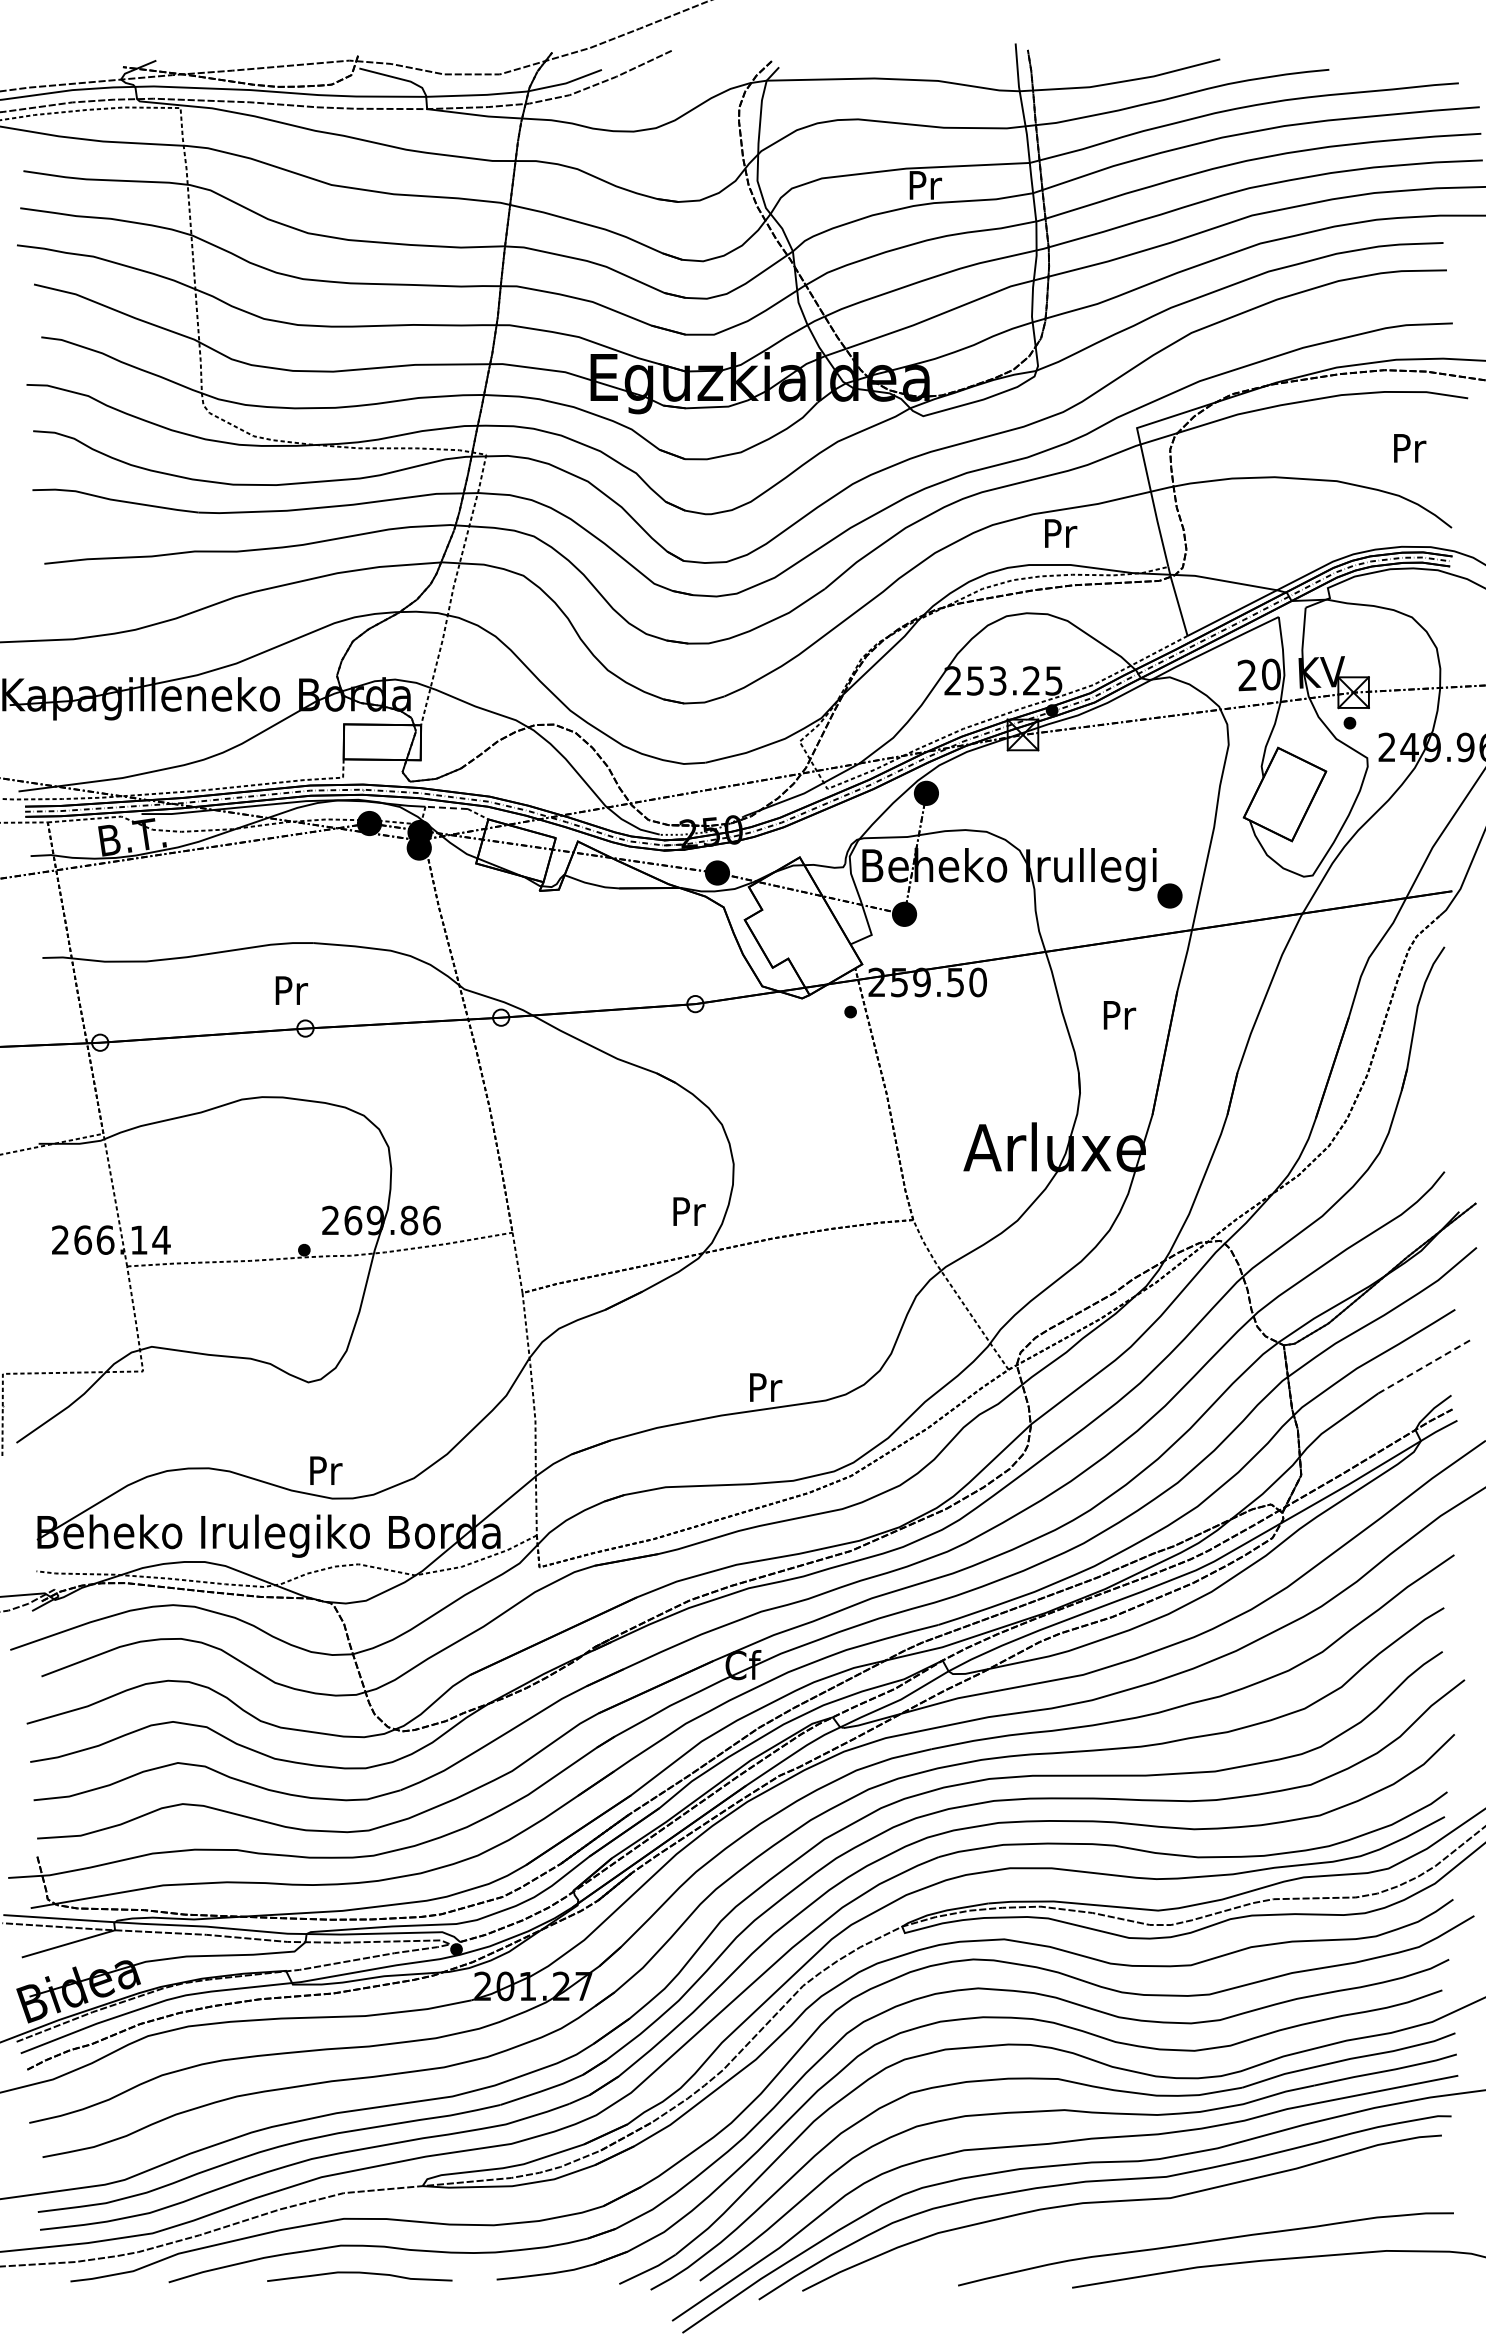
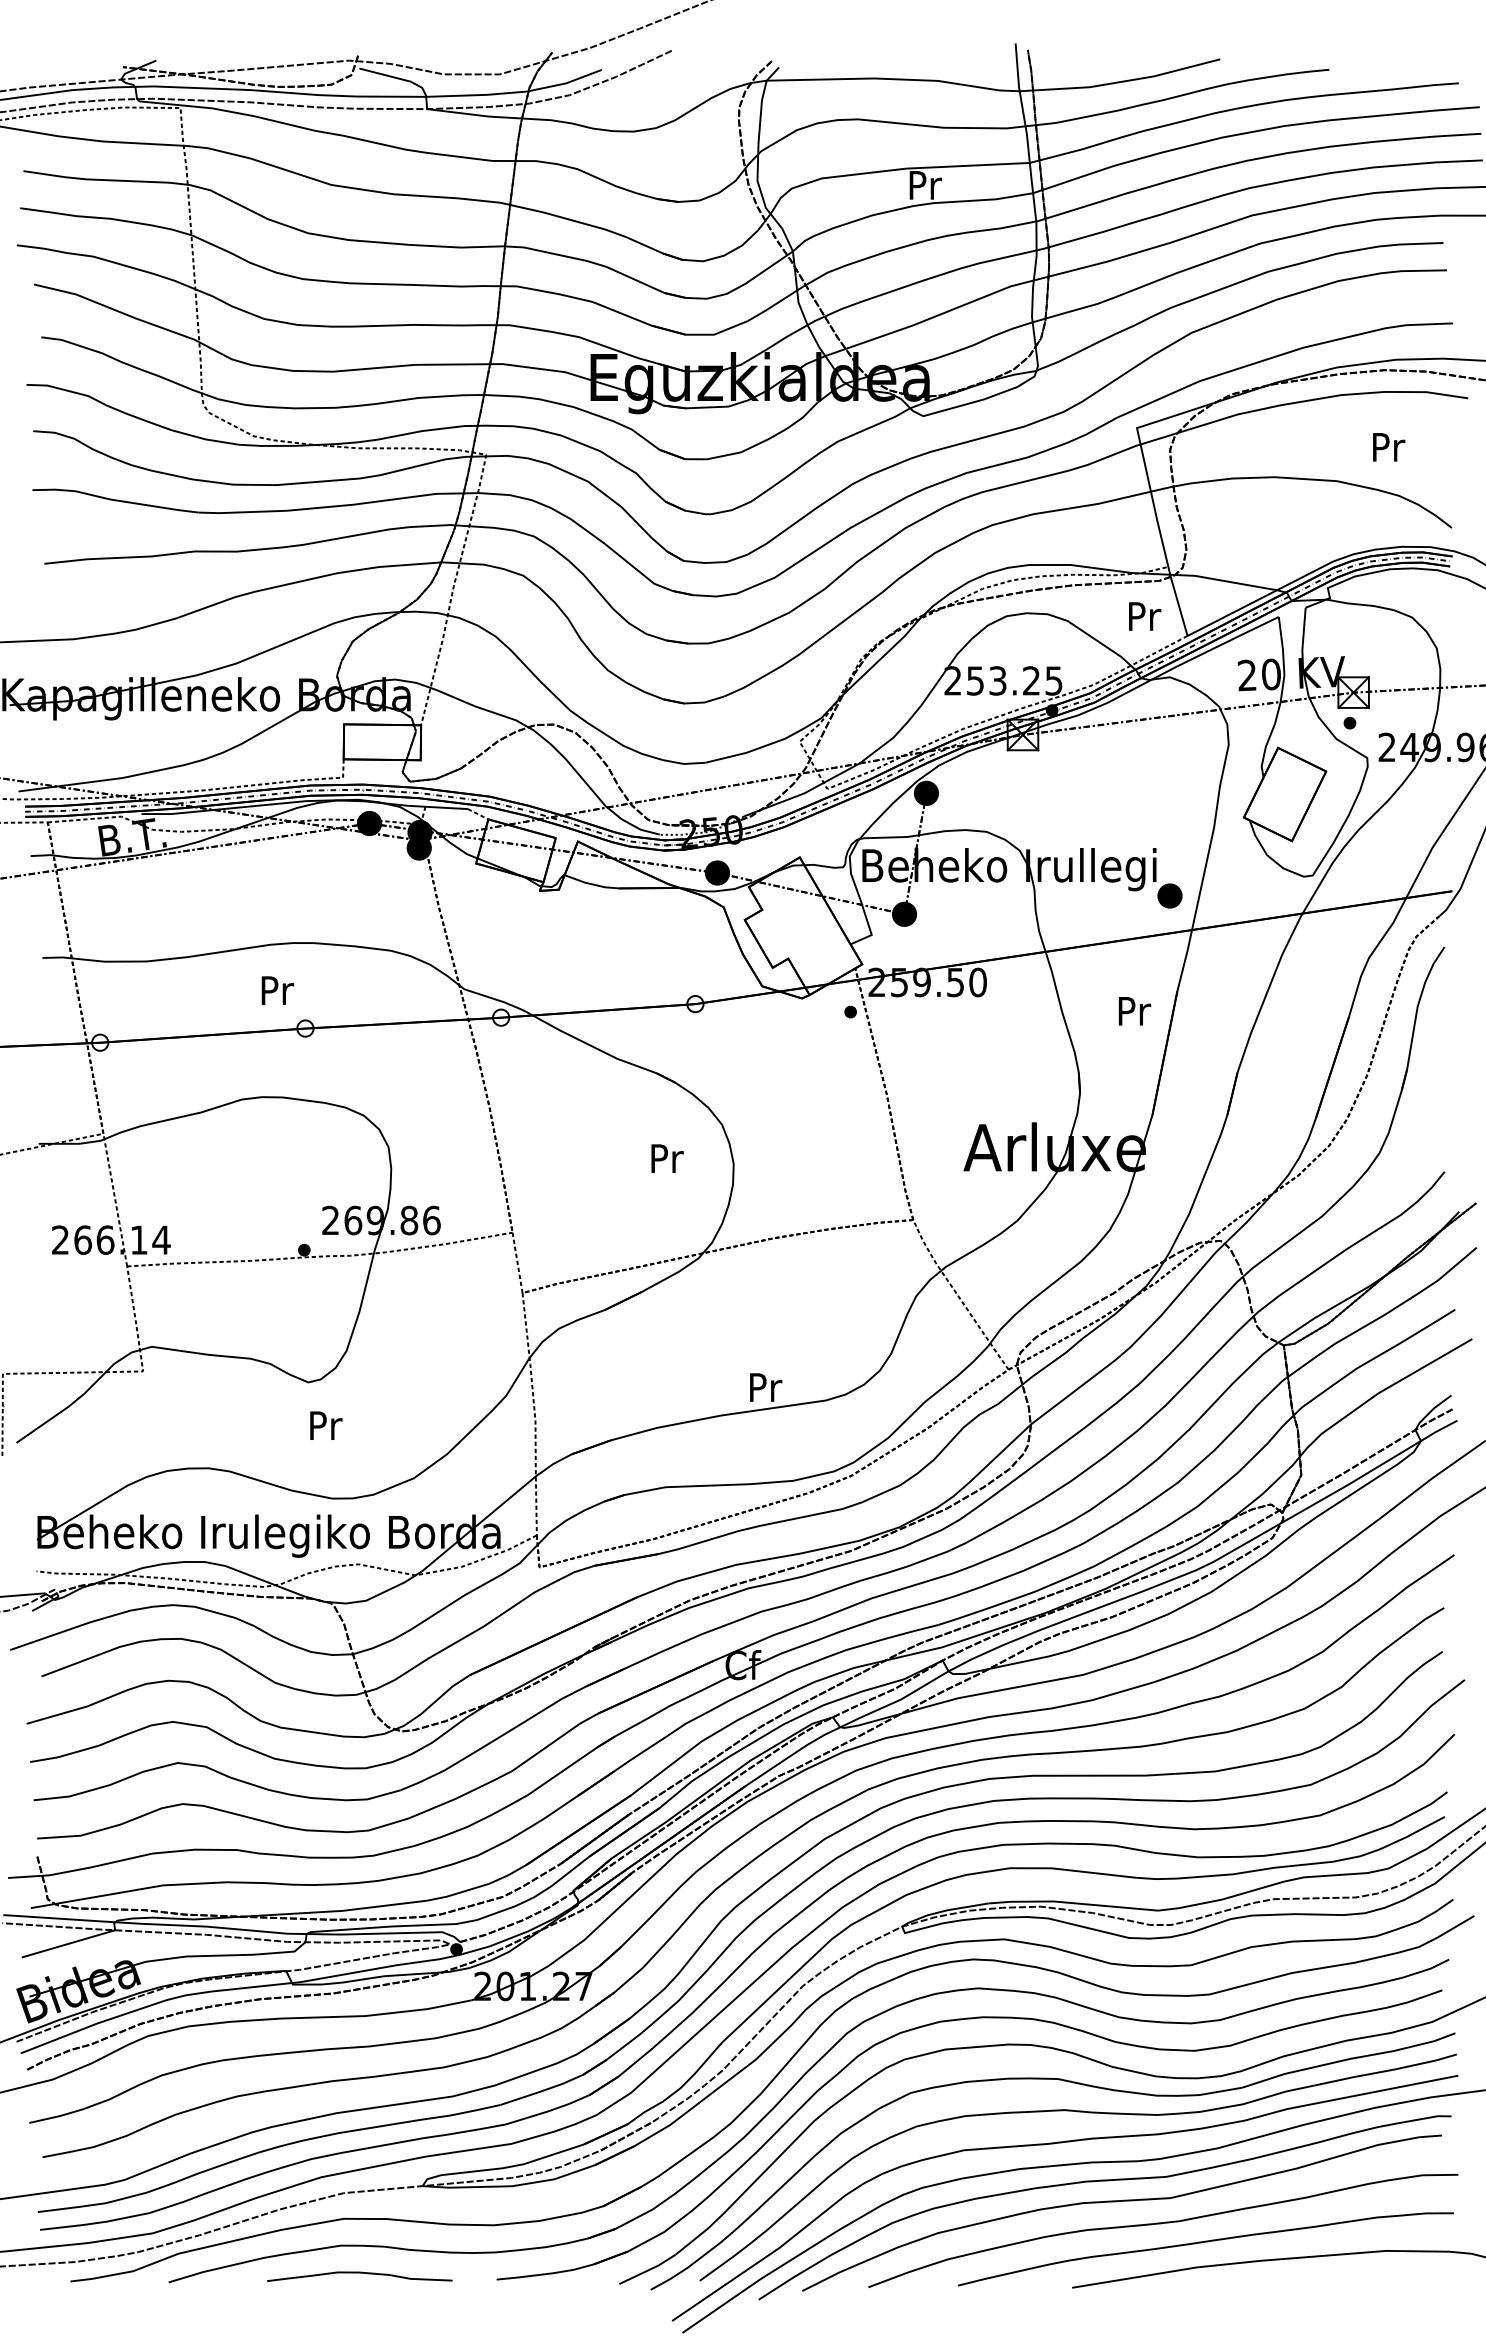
text at (1410, 448) position: (1410, 448) -> (1389, 447)
text at (1061, 533) position: (1061, 533) -> (1145, 616)
line at (446, 807): dashed -> solid
text at (291, 990) position: (291, 990) -> (277, 990)
text at (1119, 1015) position: (1119, 1015) -> (1134, 1011)
text at (689, 1211) position: (689, 1211) -> (667, 1158)
line at (1425, 1366): dashed -> solid
text at (326, 1470) position: (326, 1470) -> (326, 1425)
curve at (1161, 2224): none -> present
